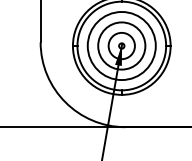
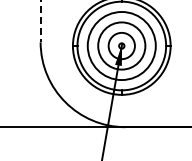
line at (40, 21): solid -> dashed
